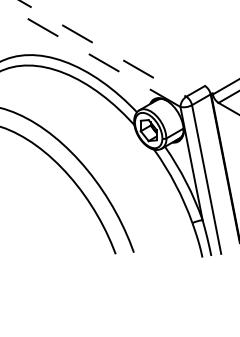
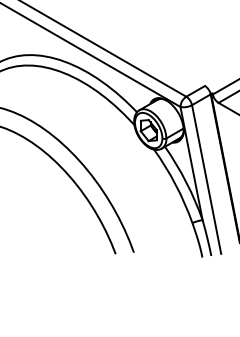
line at (103, 48): dashed -> solid
line at (90, 55): dashed -> solid
